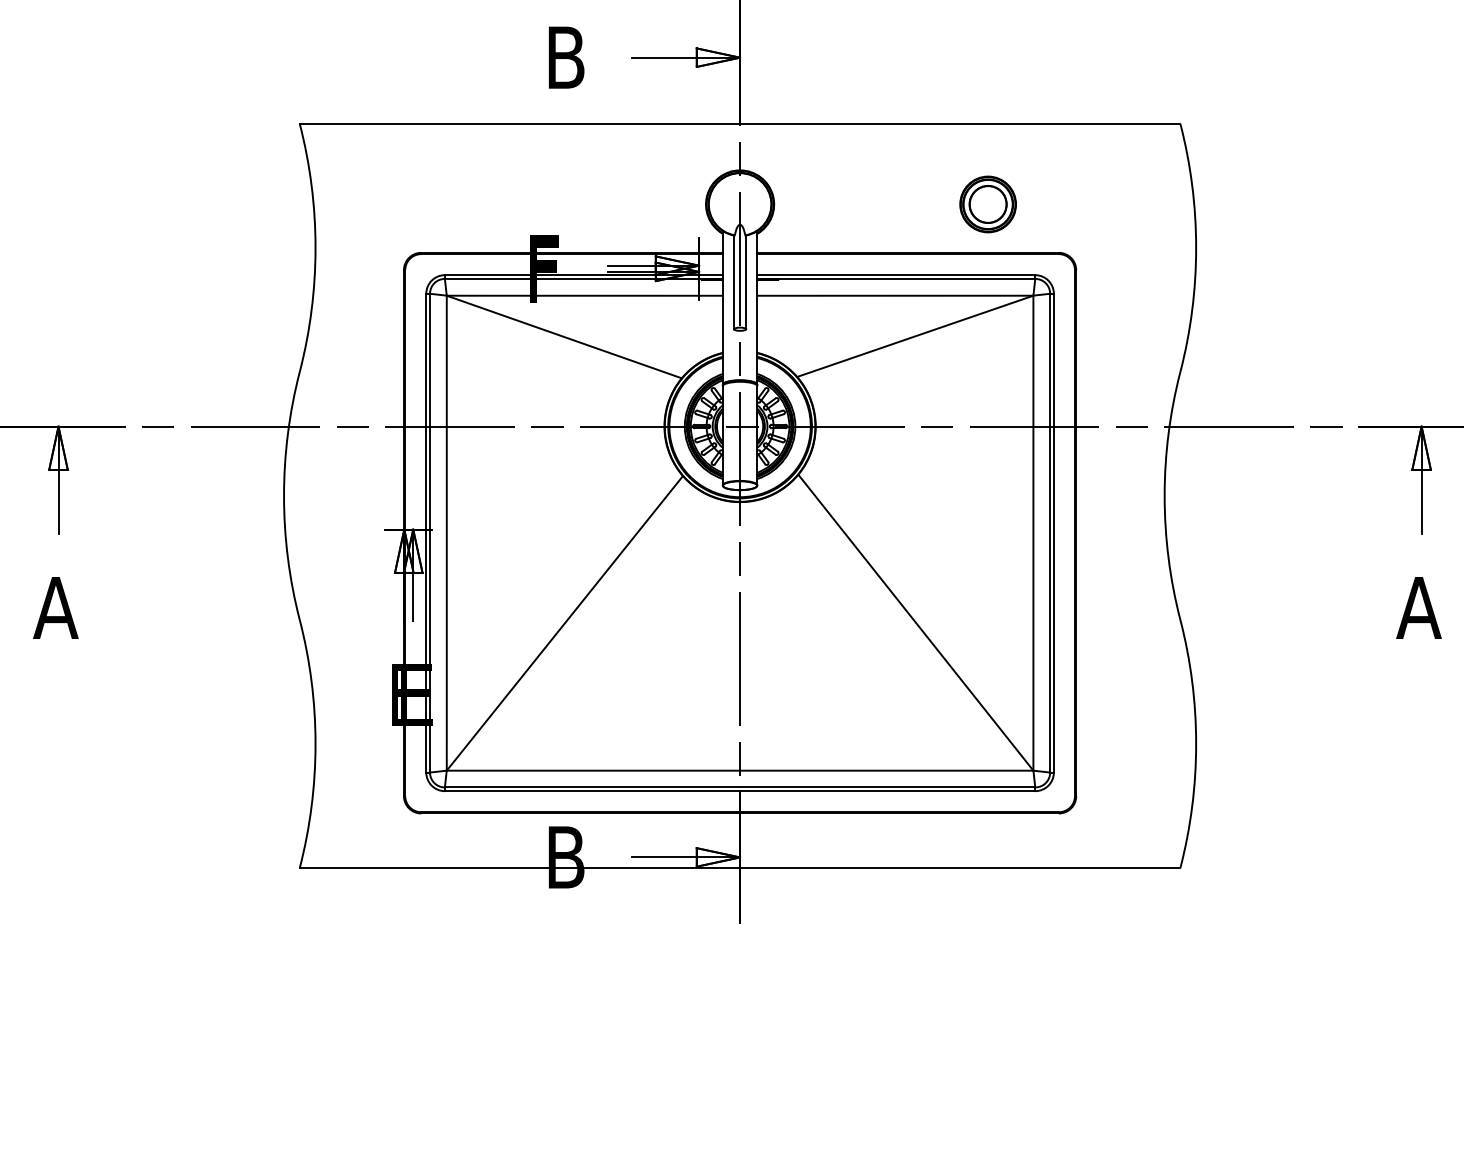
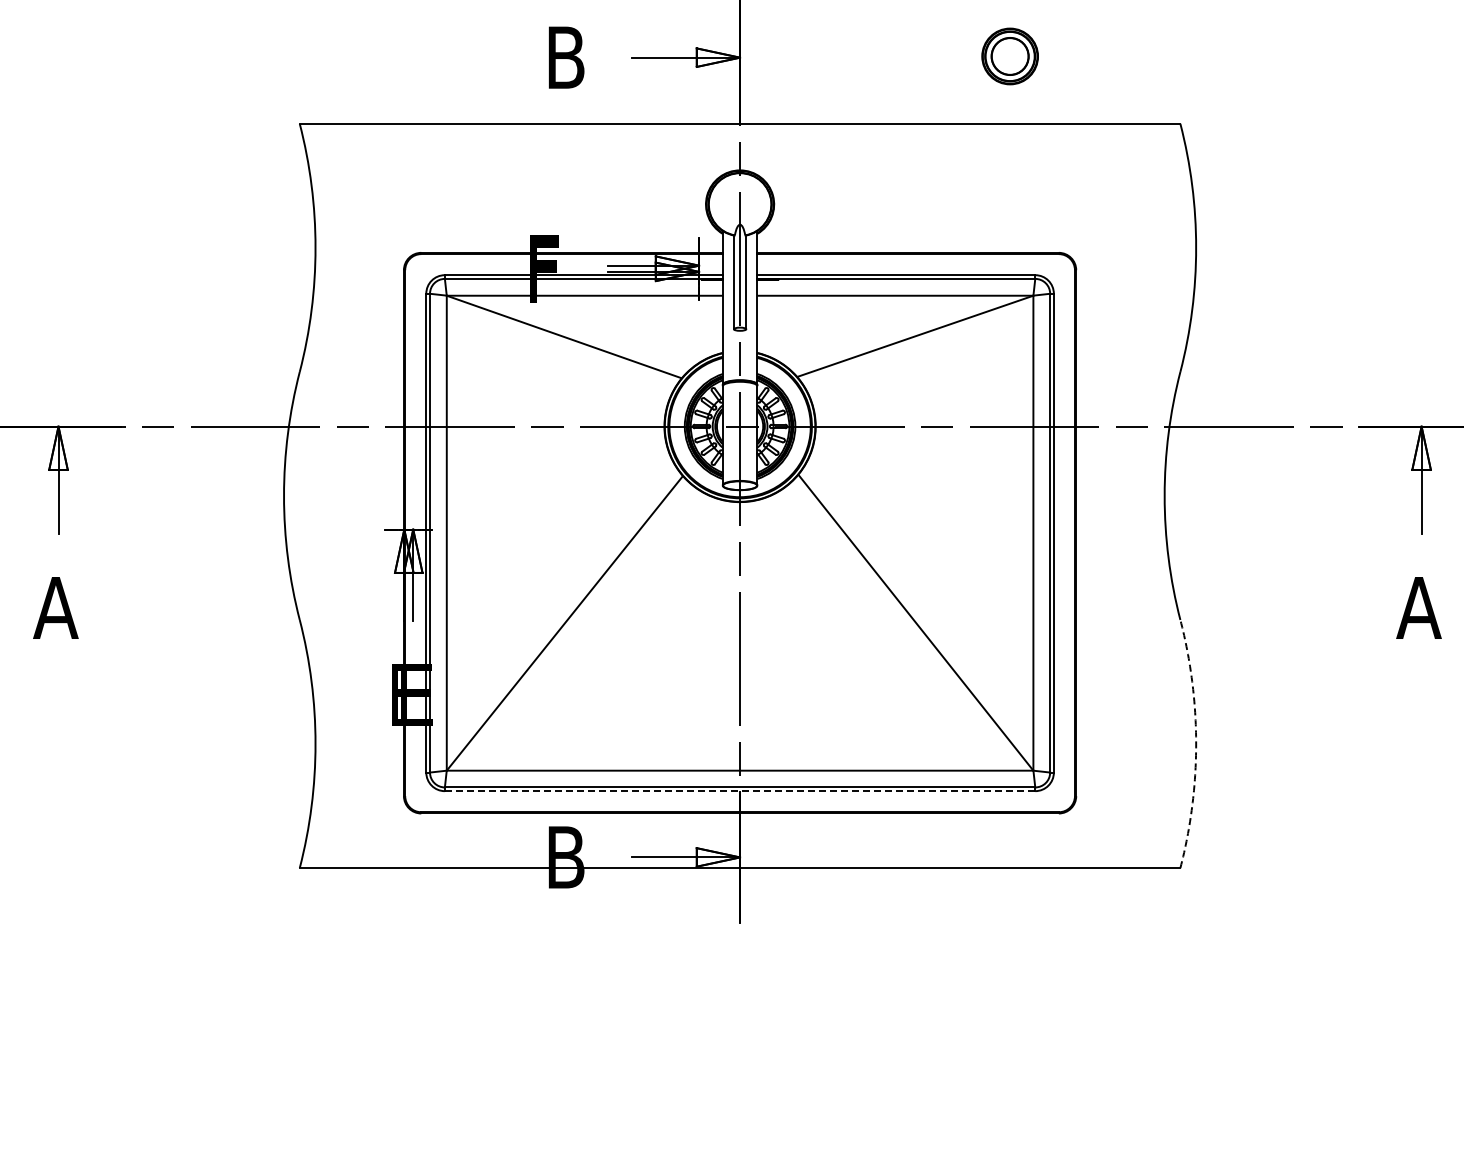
part at (987, 204) position: (987, 204) -> (1009, 56)
arc at (1196, 744): solid -> dashed
line at (740, 791): solid -> dashed
